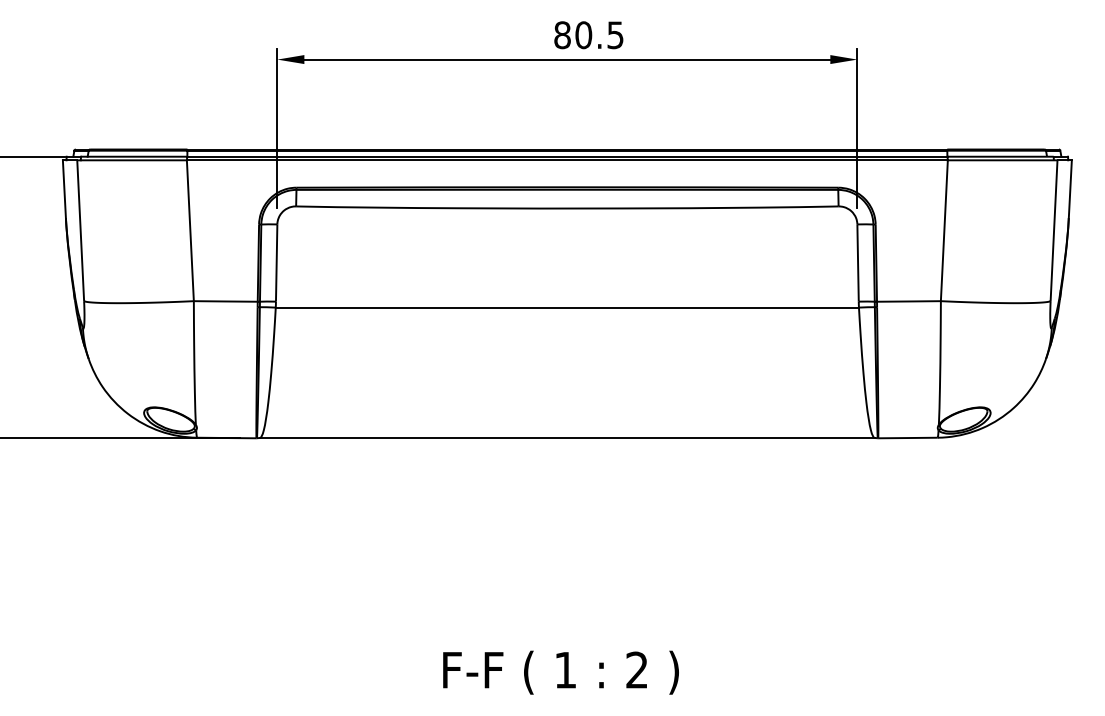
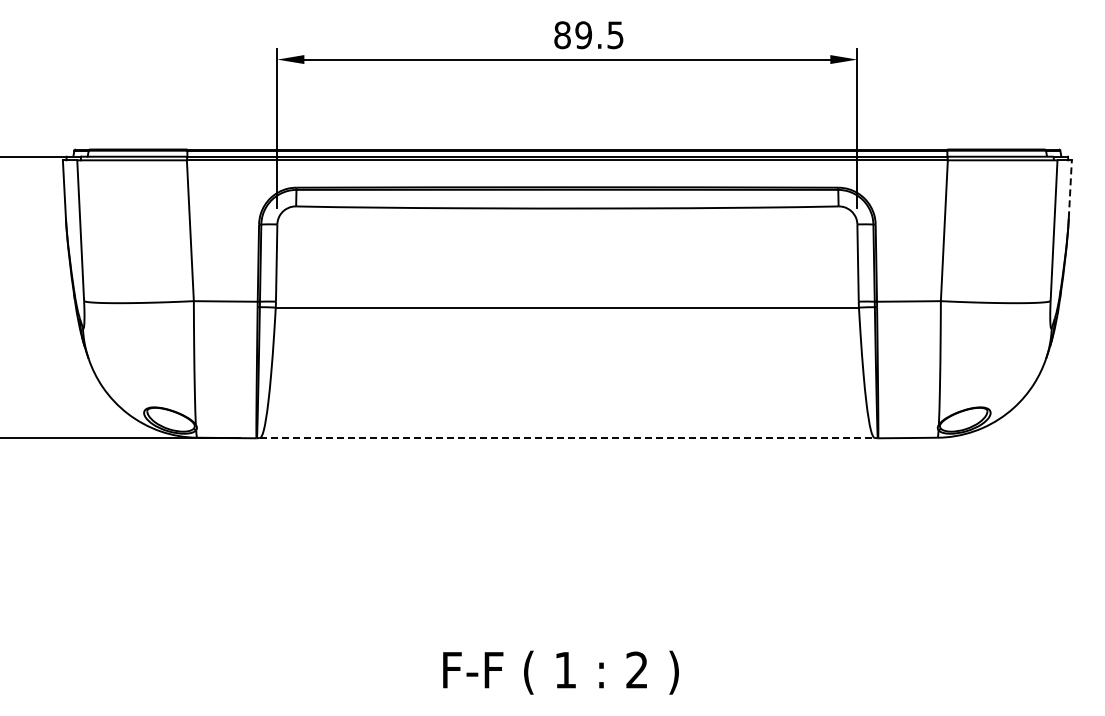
text at (583, 35): 80.5 -> 89.5
line at (1070, 188): solid -> dashed
line at (567, 438): solid -> dashed
